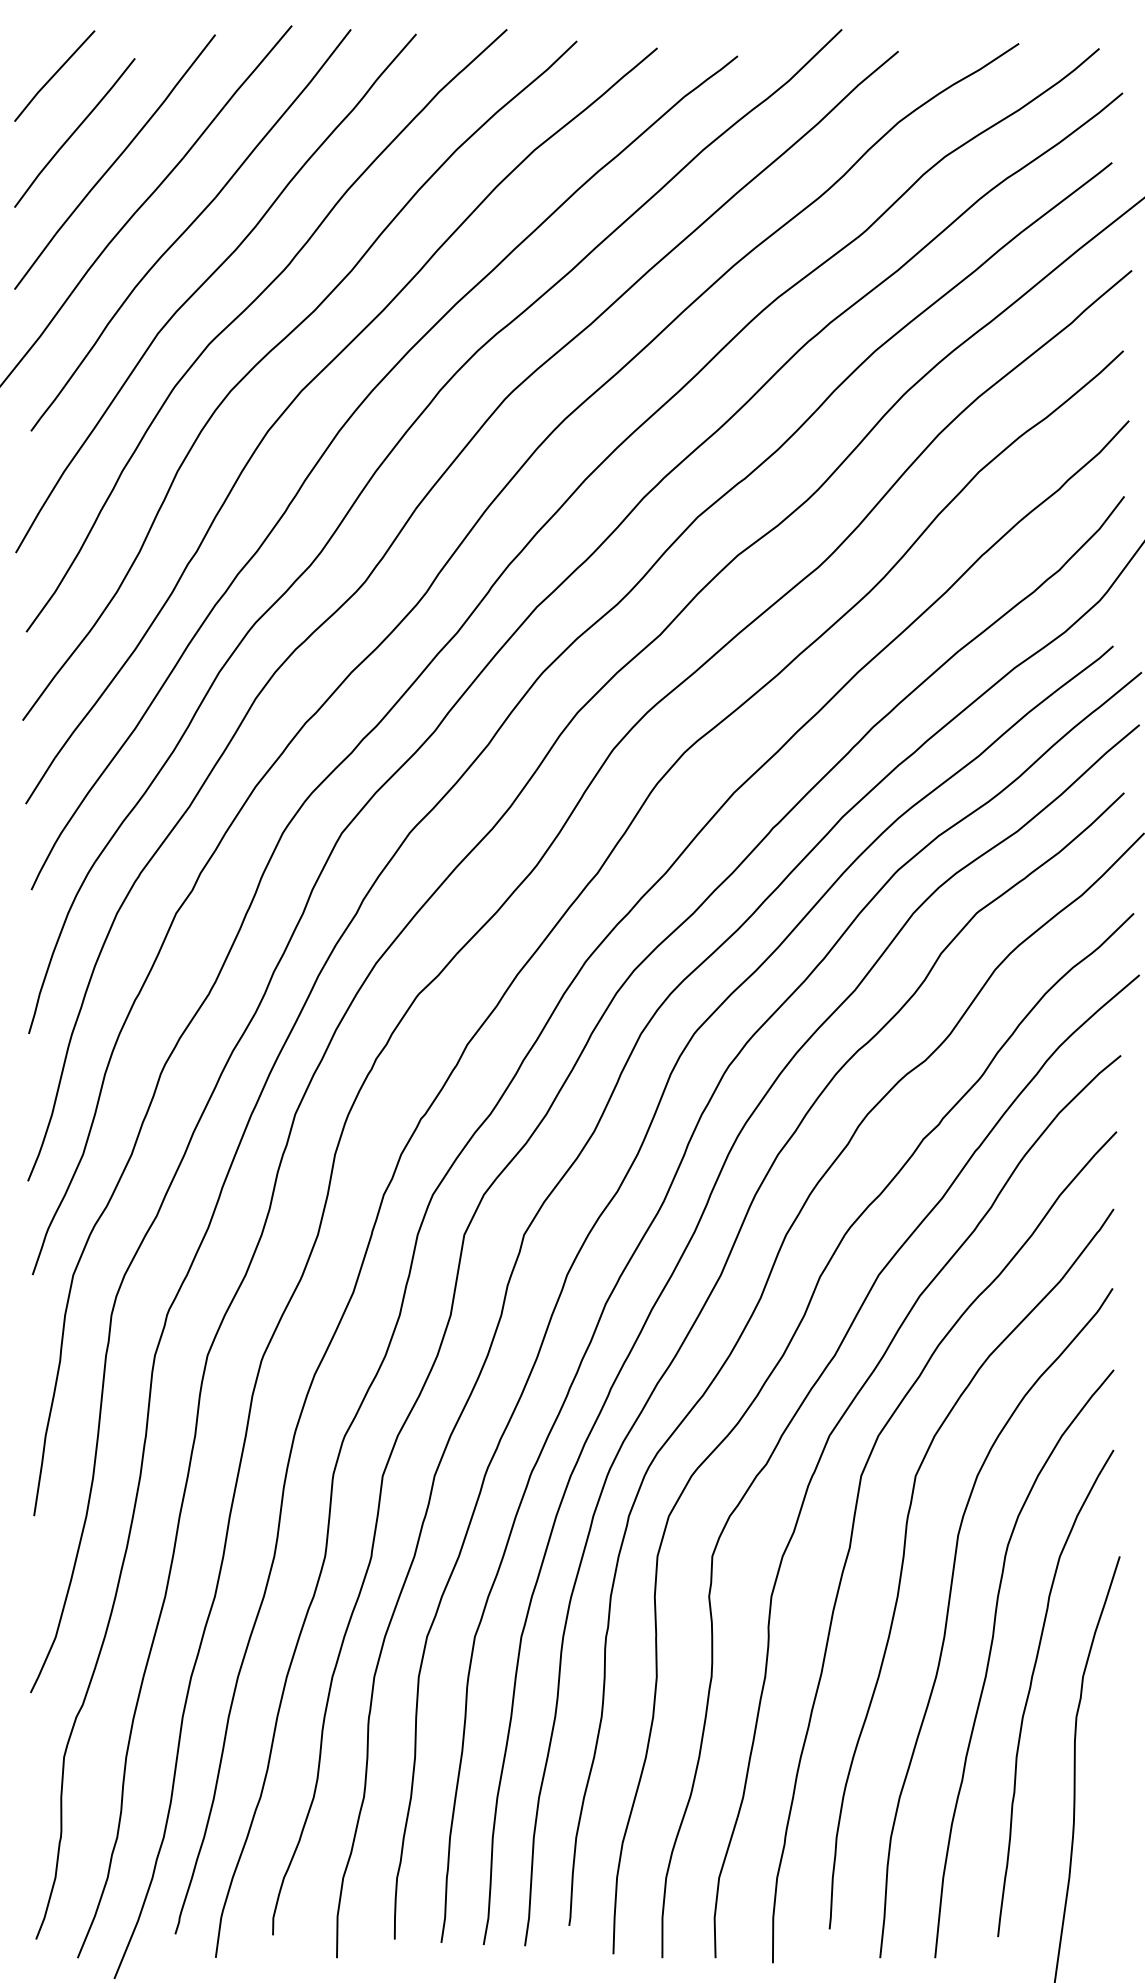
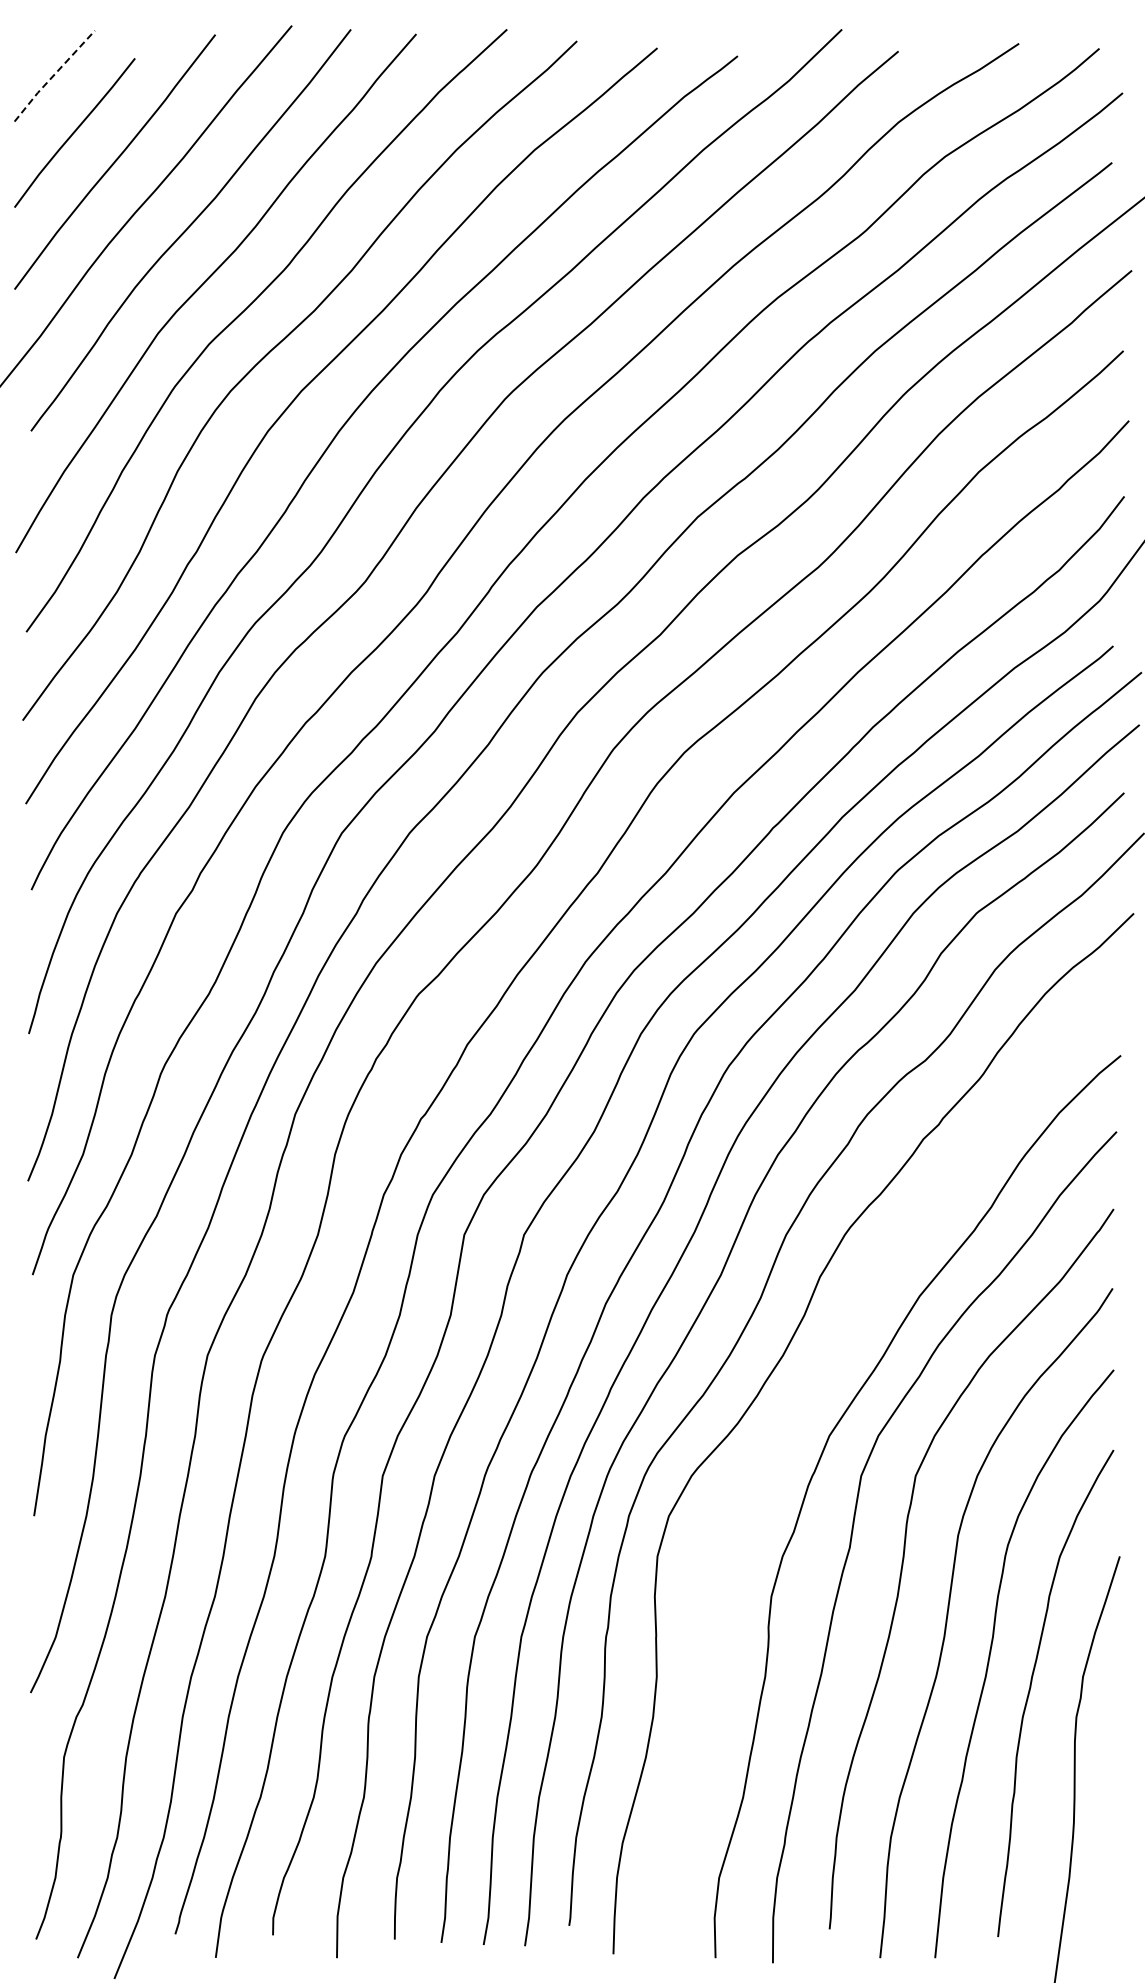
line at (53, 75): solid -> dashed
curve at (800, 1408): present -> none
